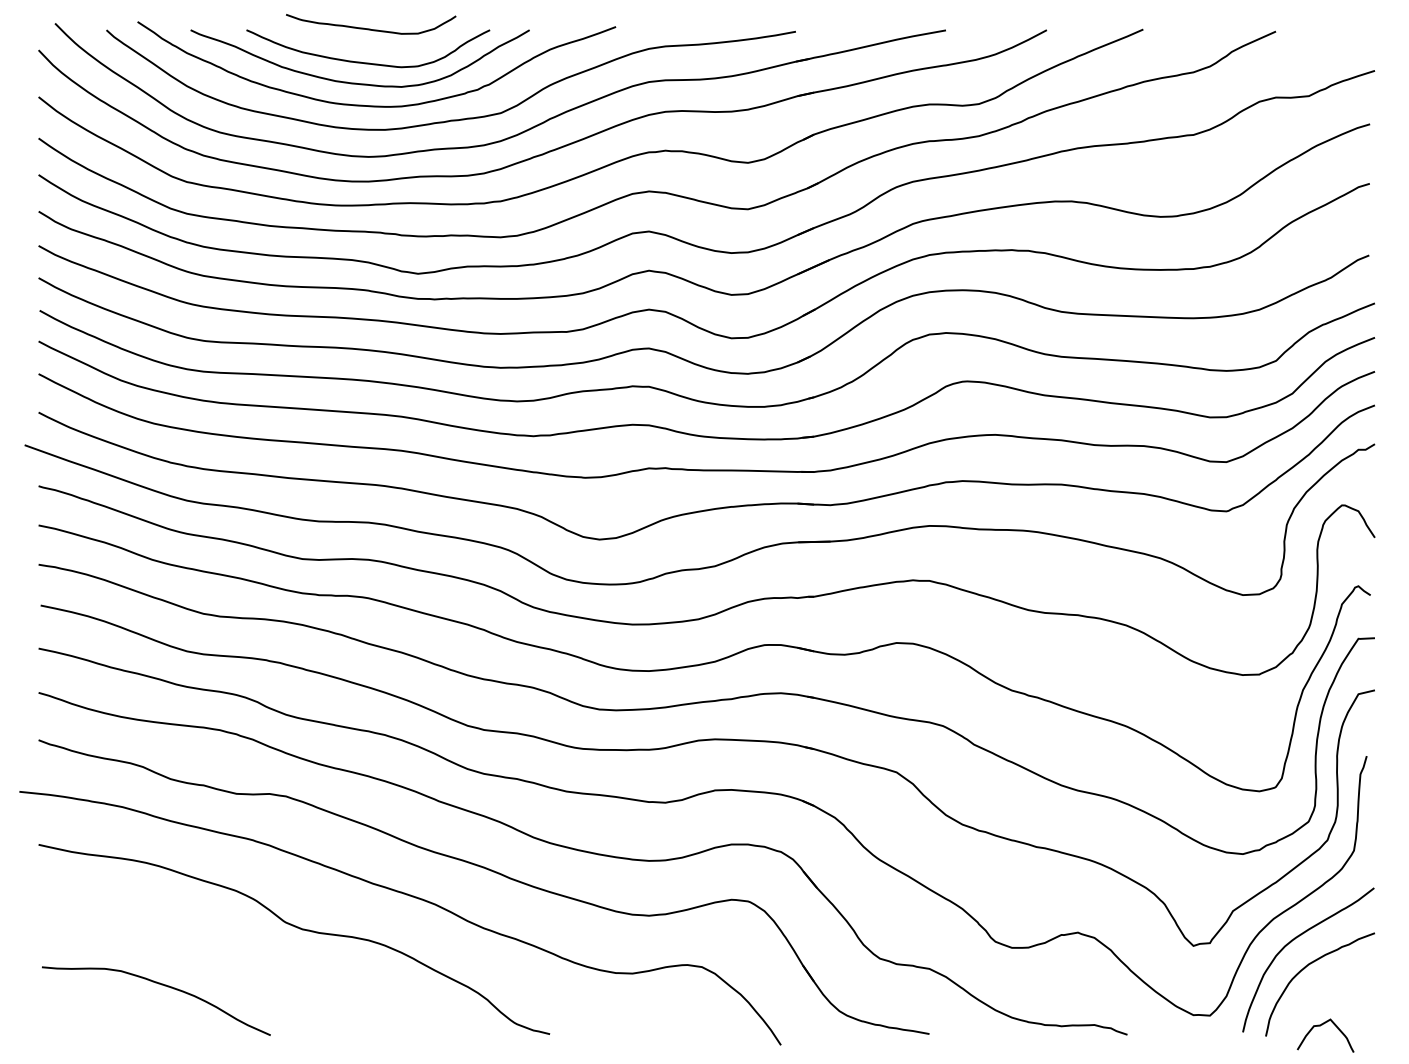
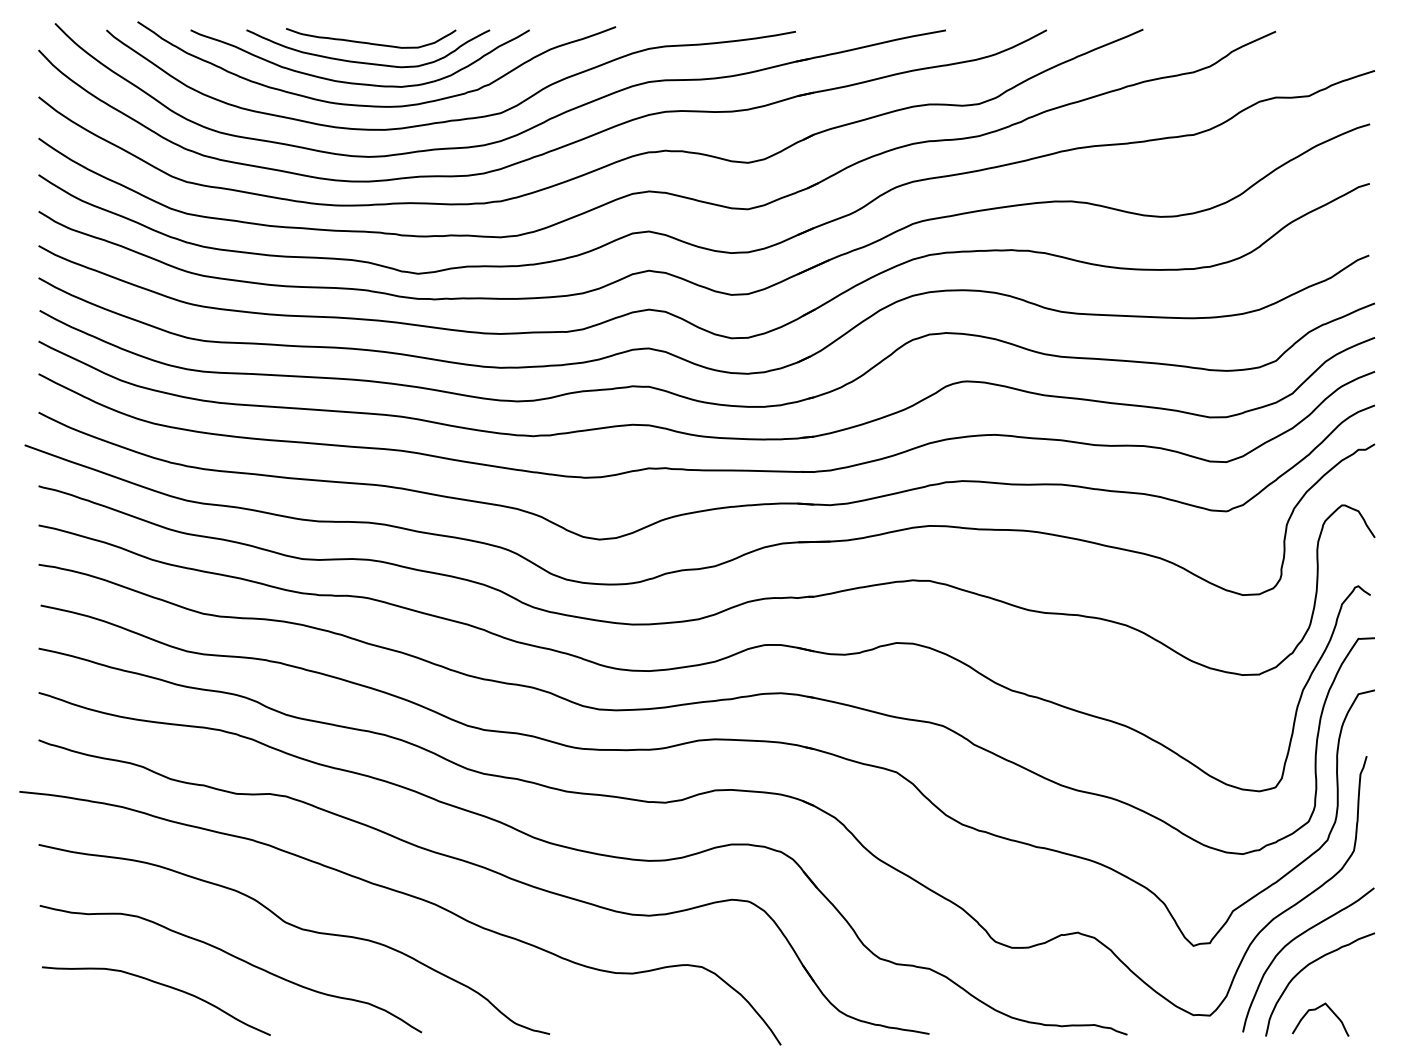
curve at (370, 28) position: (370, 28) -> (370, 42)
curve at (235, 958): none -> present
curve at (1320, 1026) position: (1320, 1026) -> (1315, 1010)
